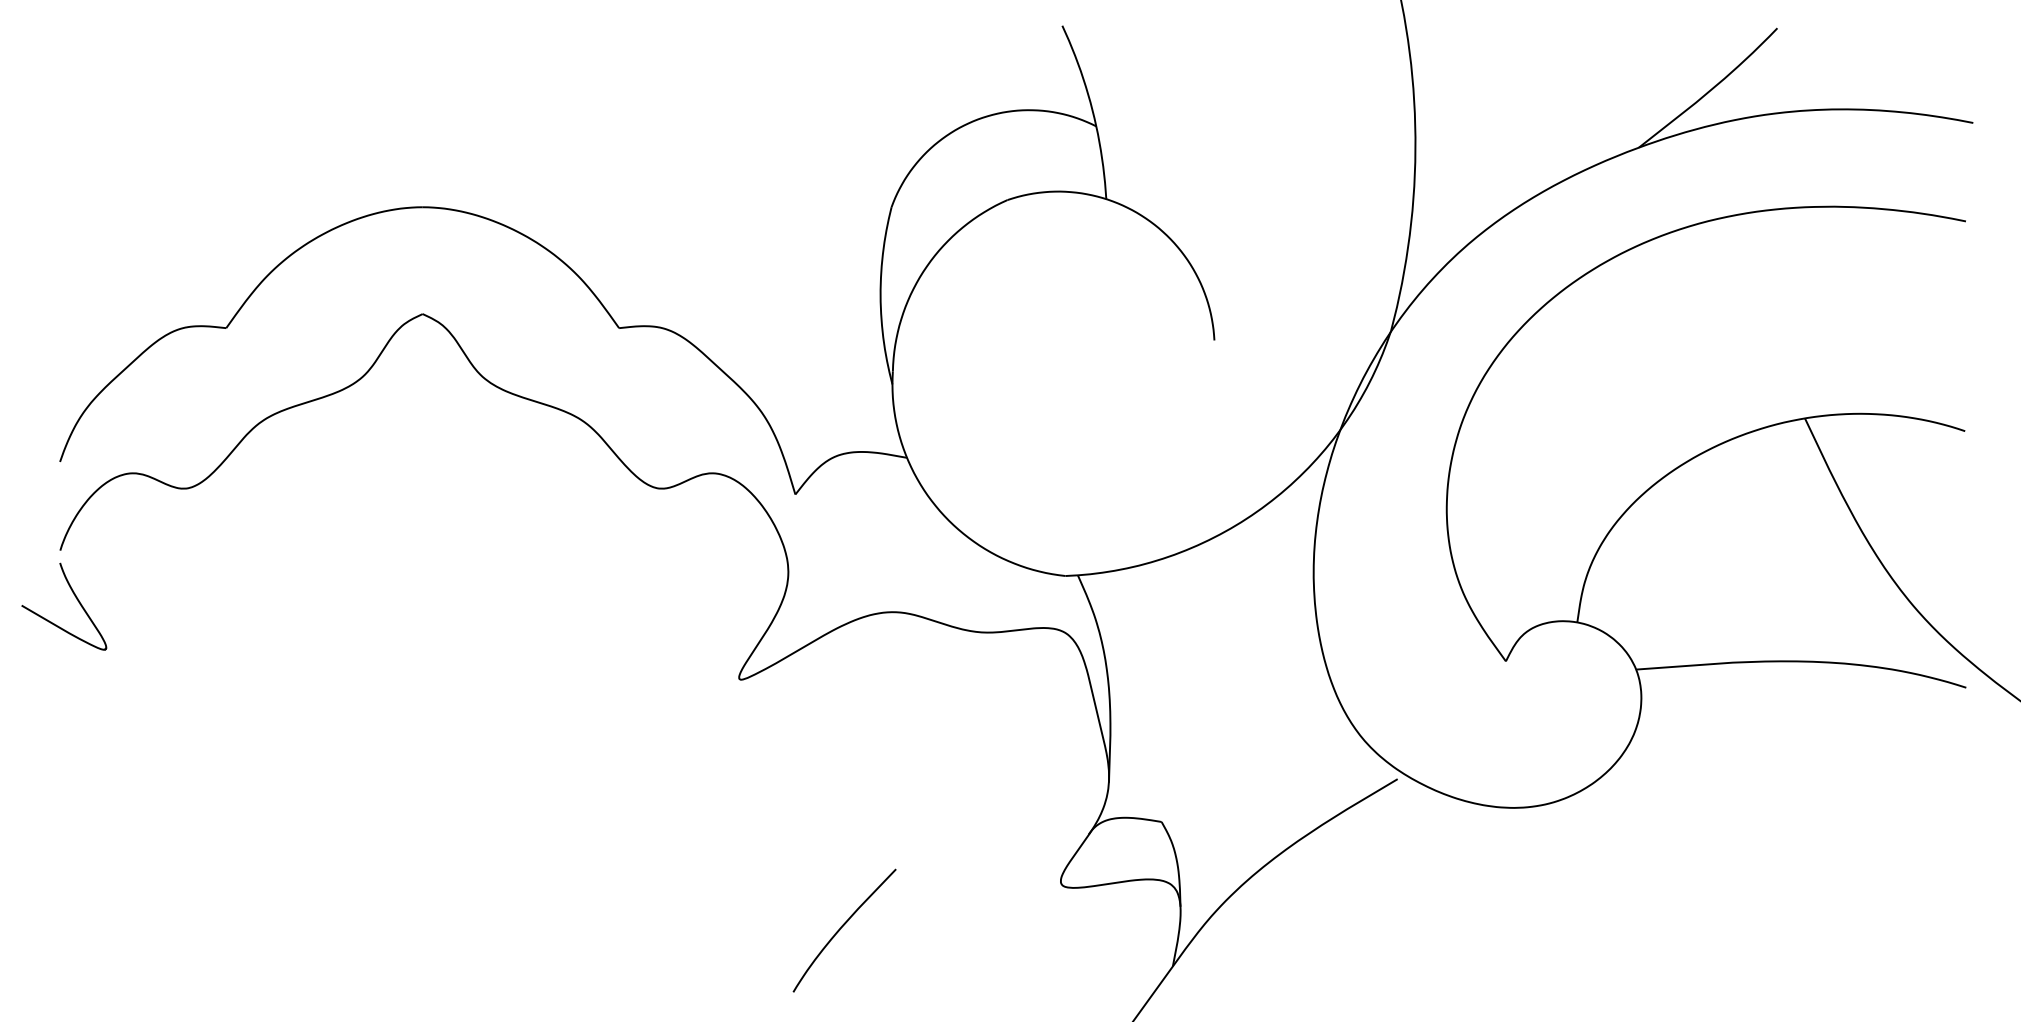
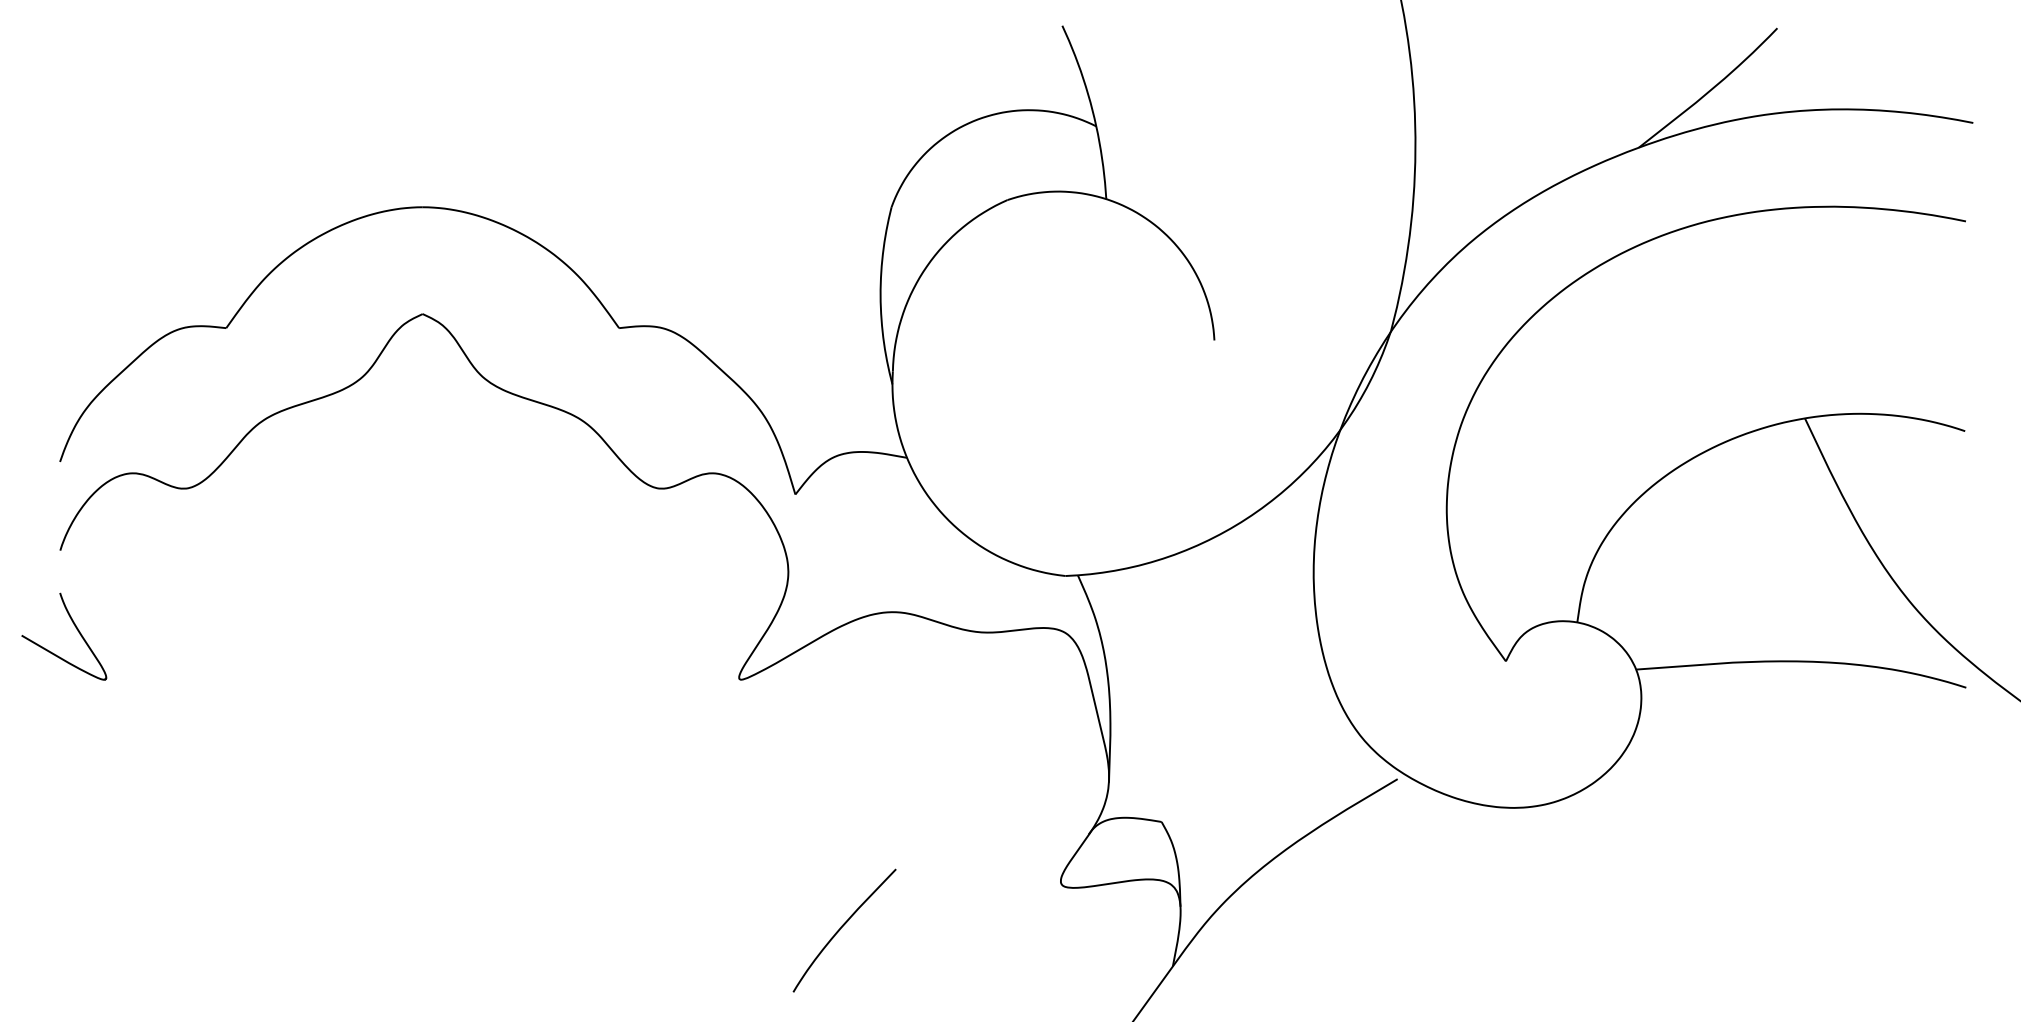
curve at (76, 599) position: (76, 599) -> (76, 629)
